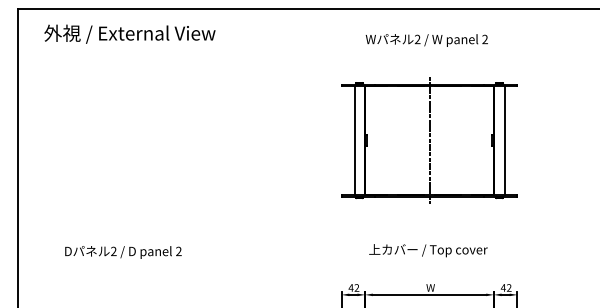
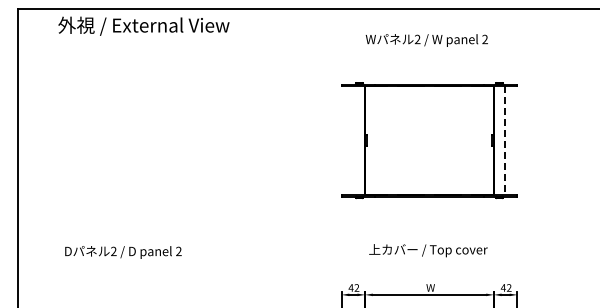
text at (129, 33) position: (129, 33) -> (143, 25)
line at (354, 140): present -> none
line at (429, 140): present -> none
line at (504, 141): solid -> dashed
